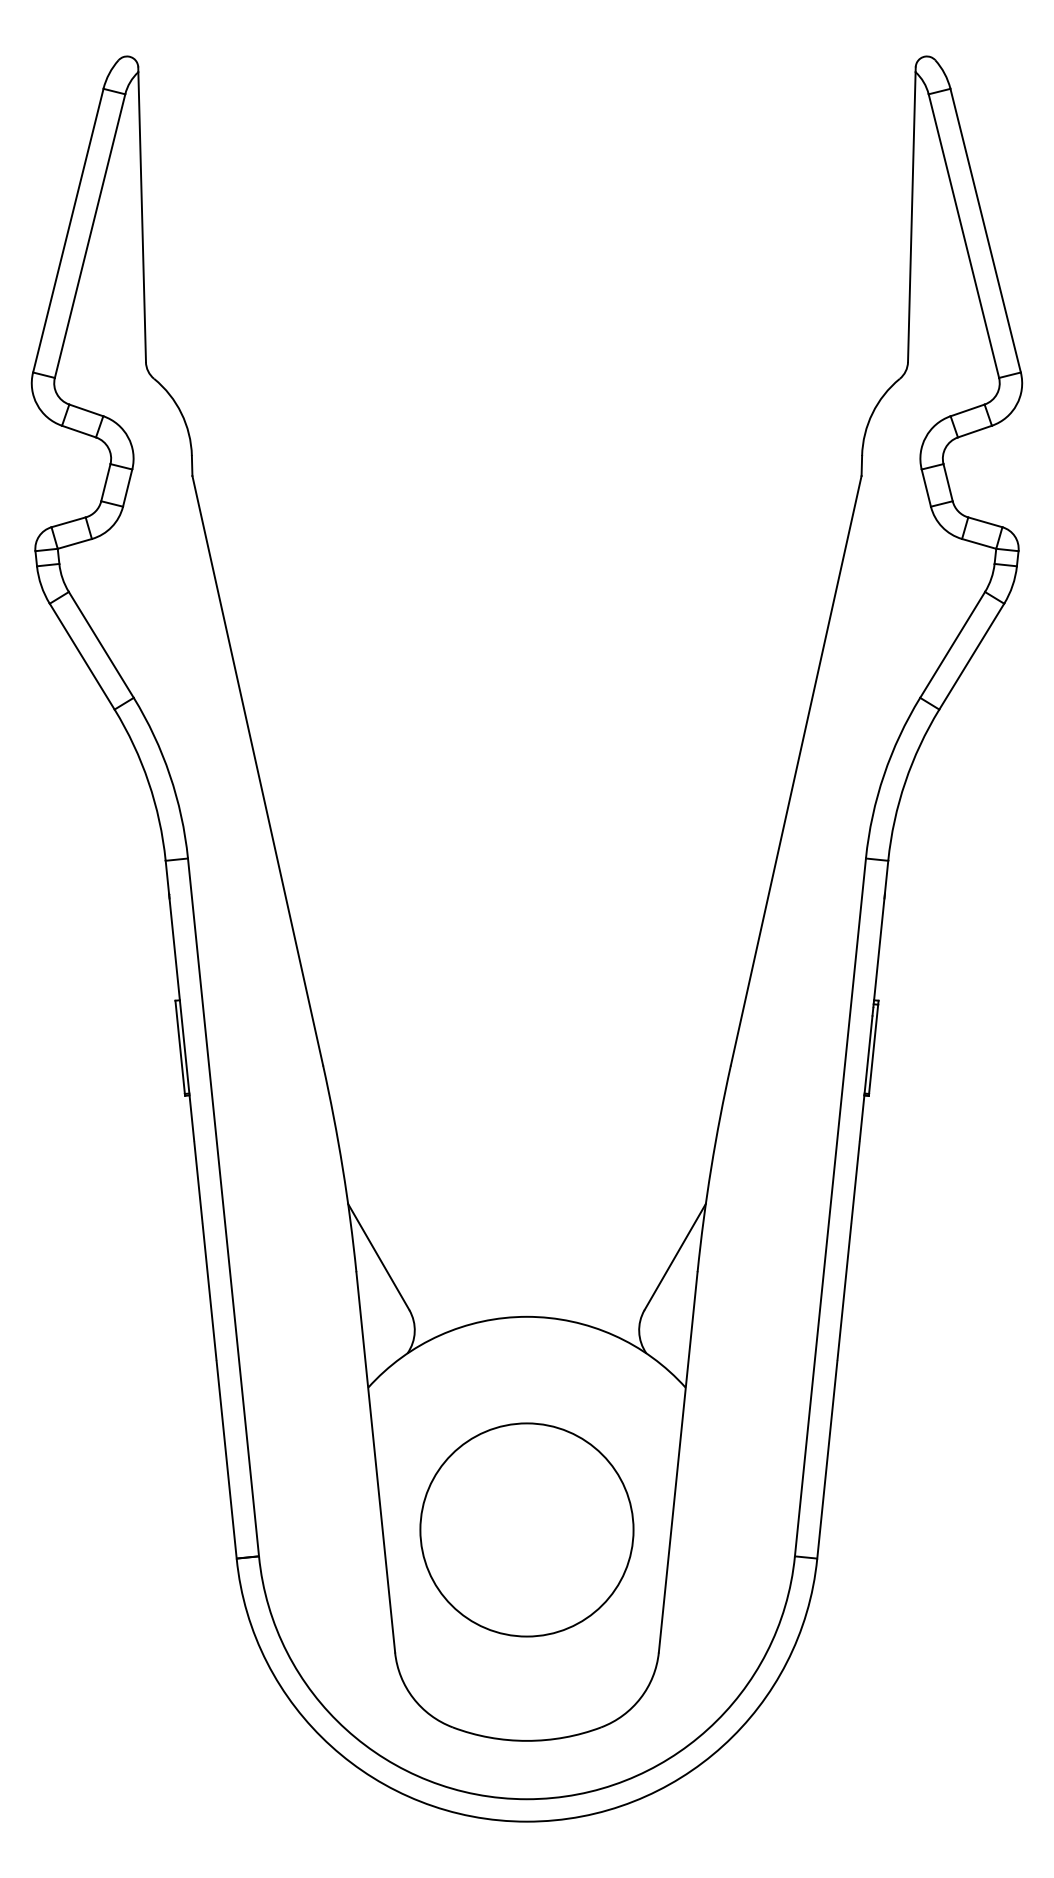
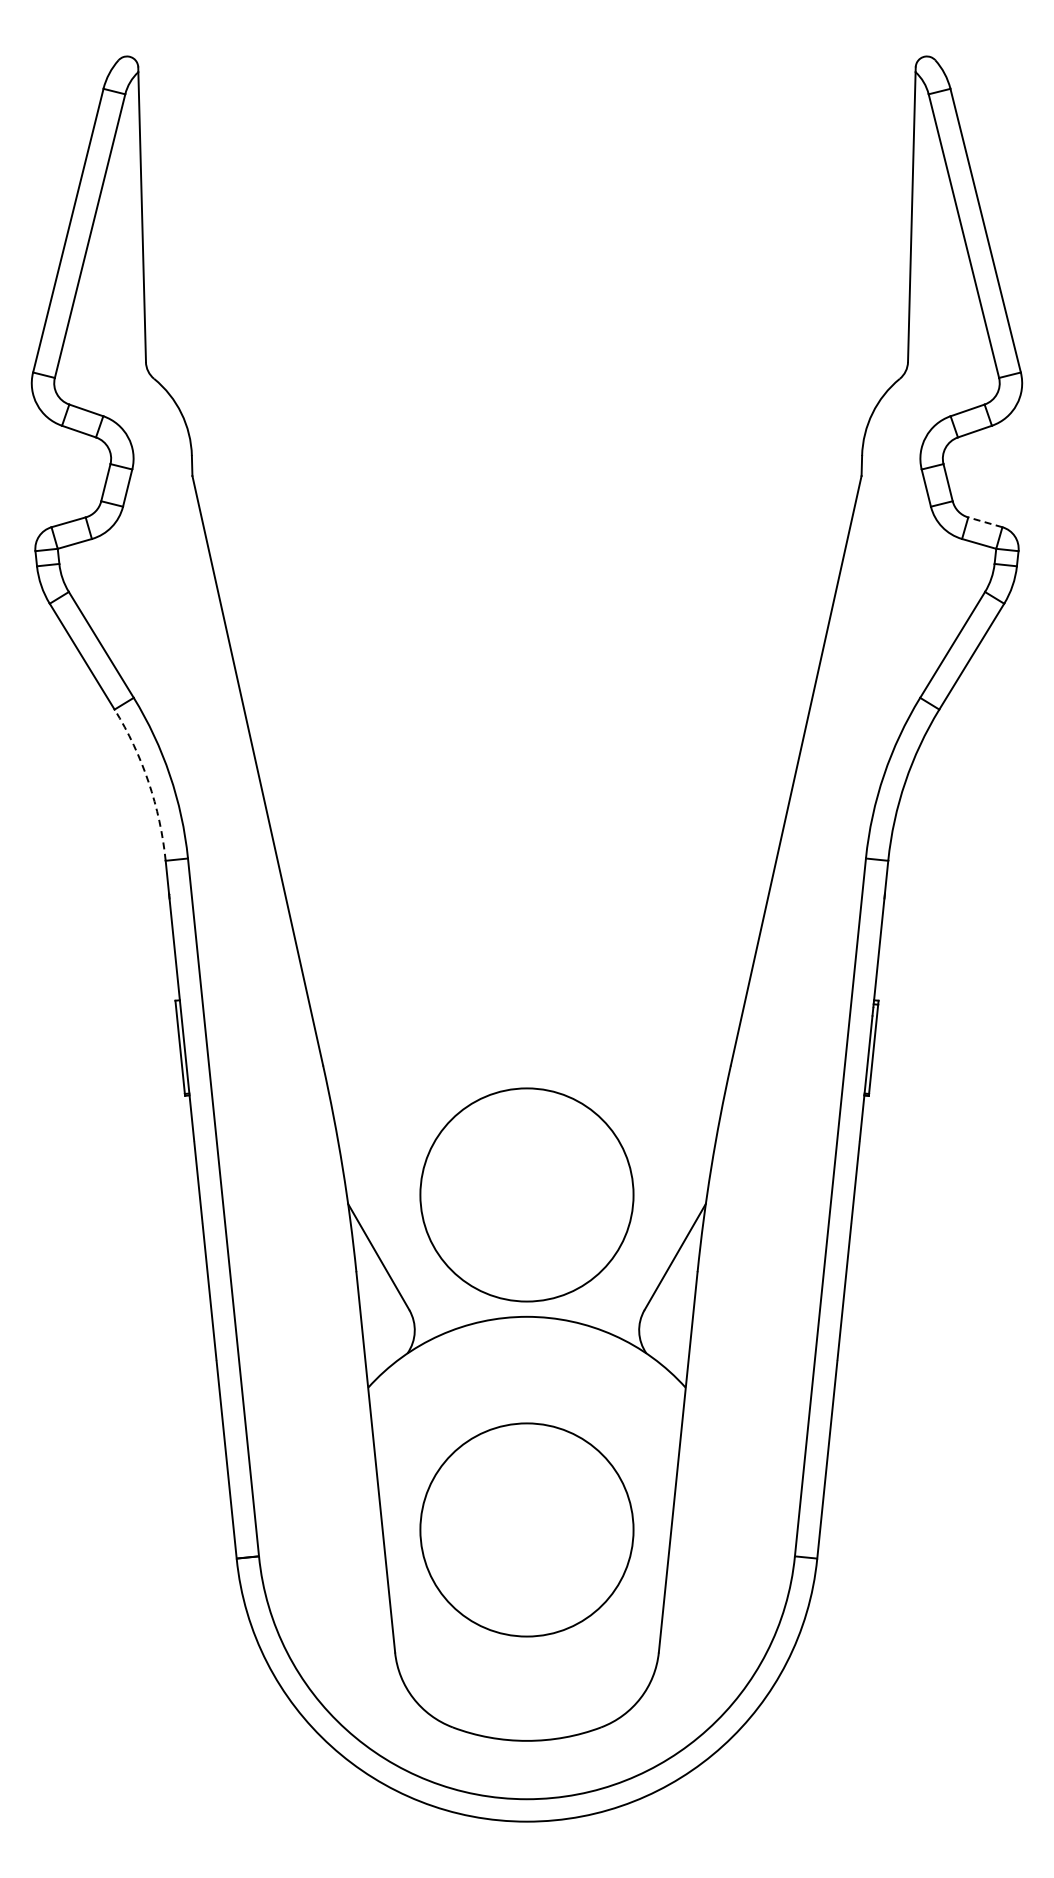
line at (985, 522): solid -> dashed
arc at (148, 782): solid -> dashed
circle at (526, 1194): none -> present
